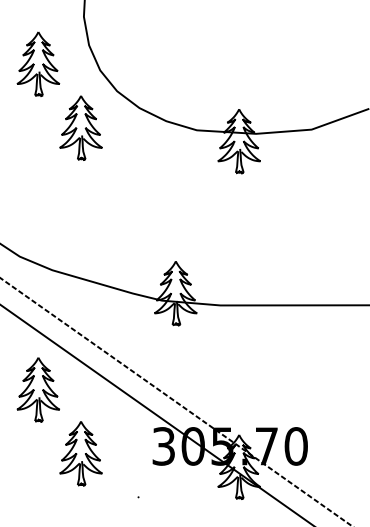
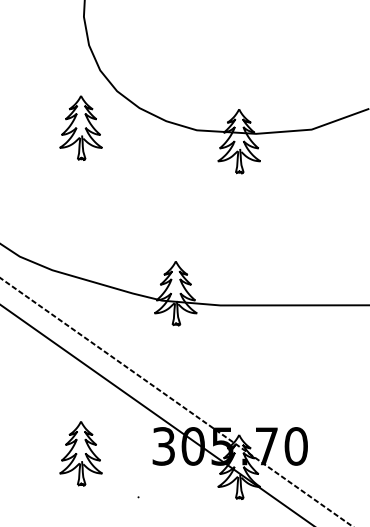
part at (38, 63): present -> none
part at (37, 389): present -> none
